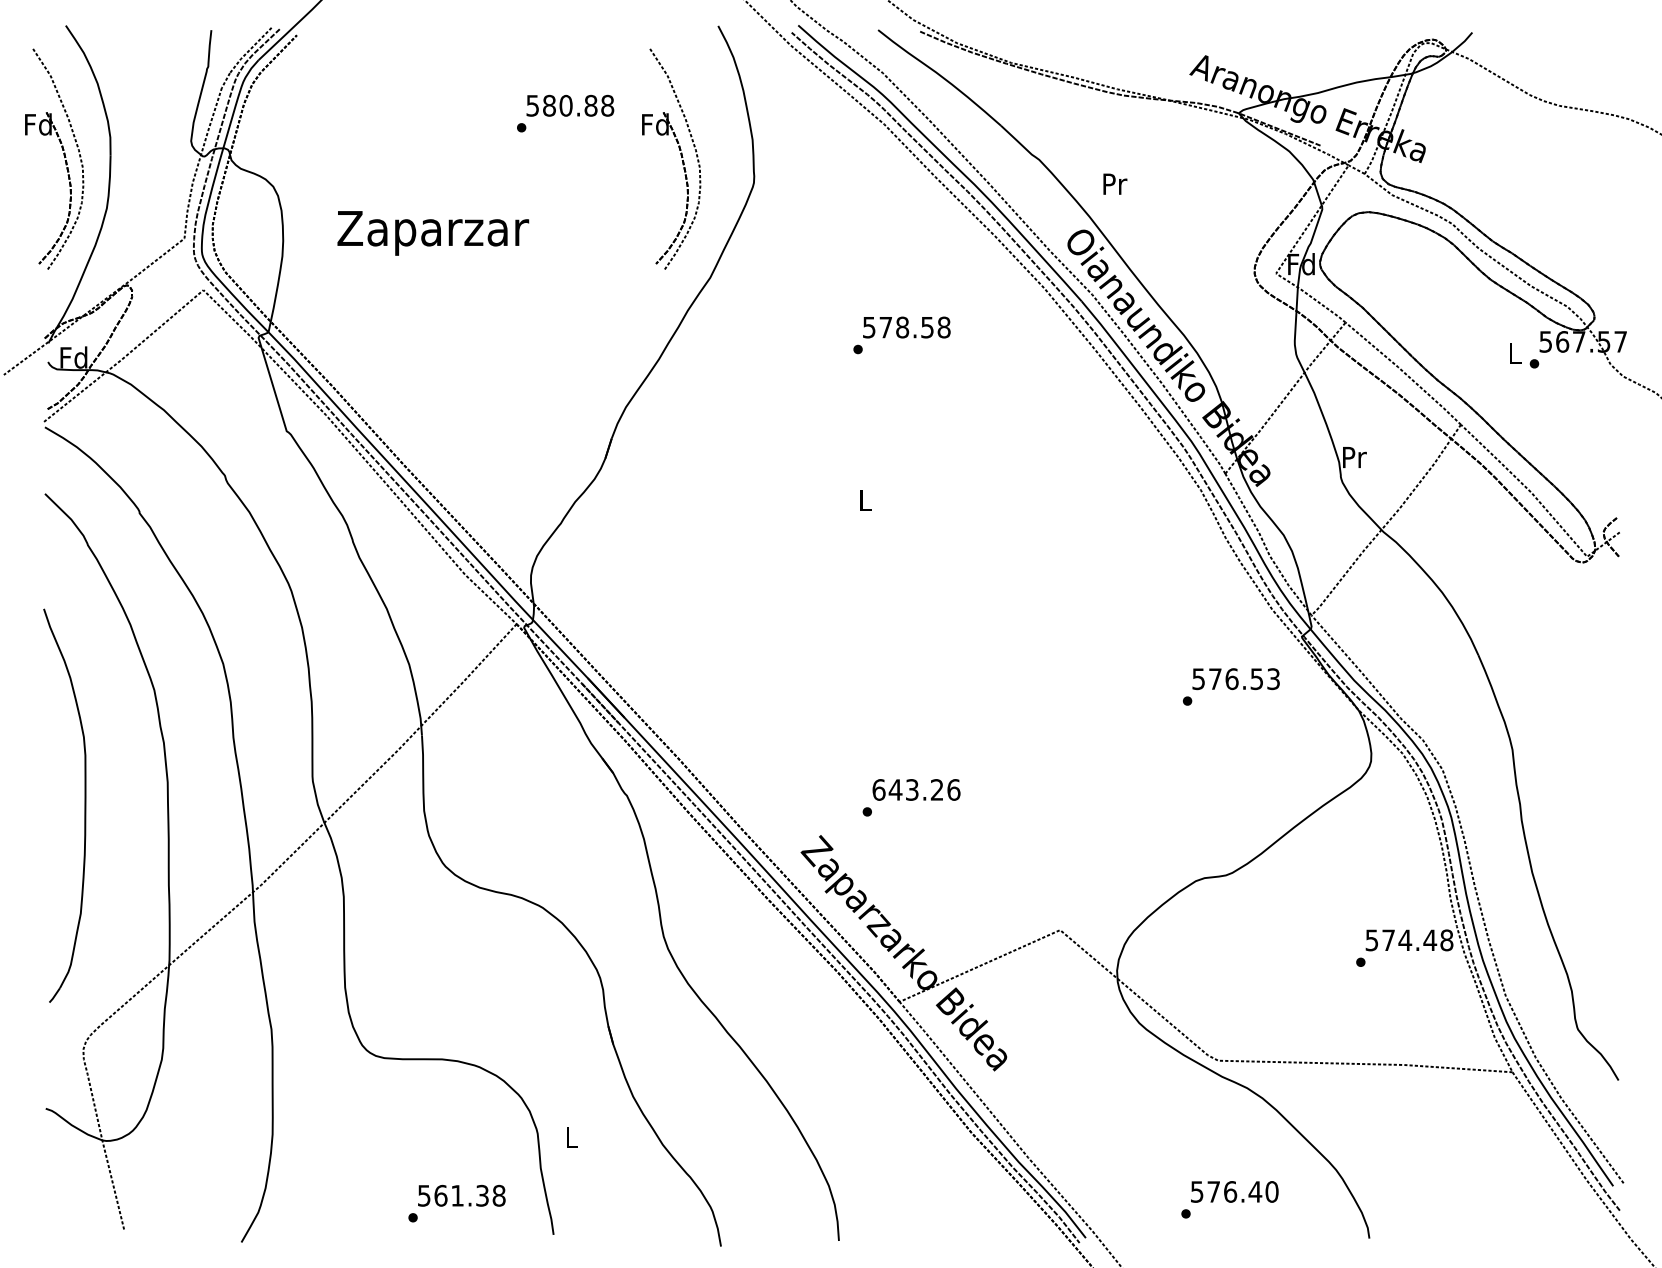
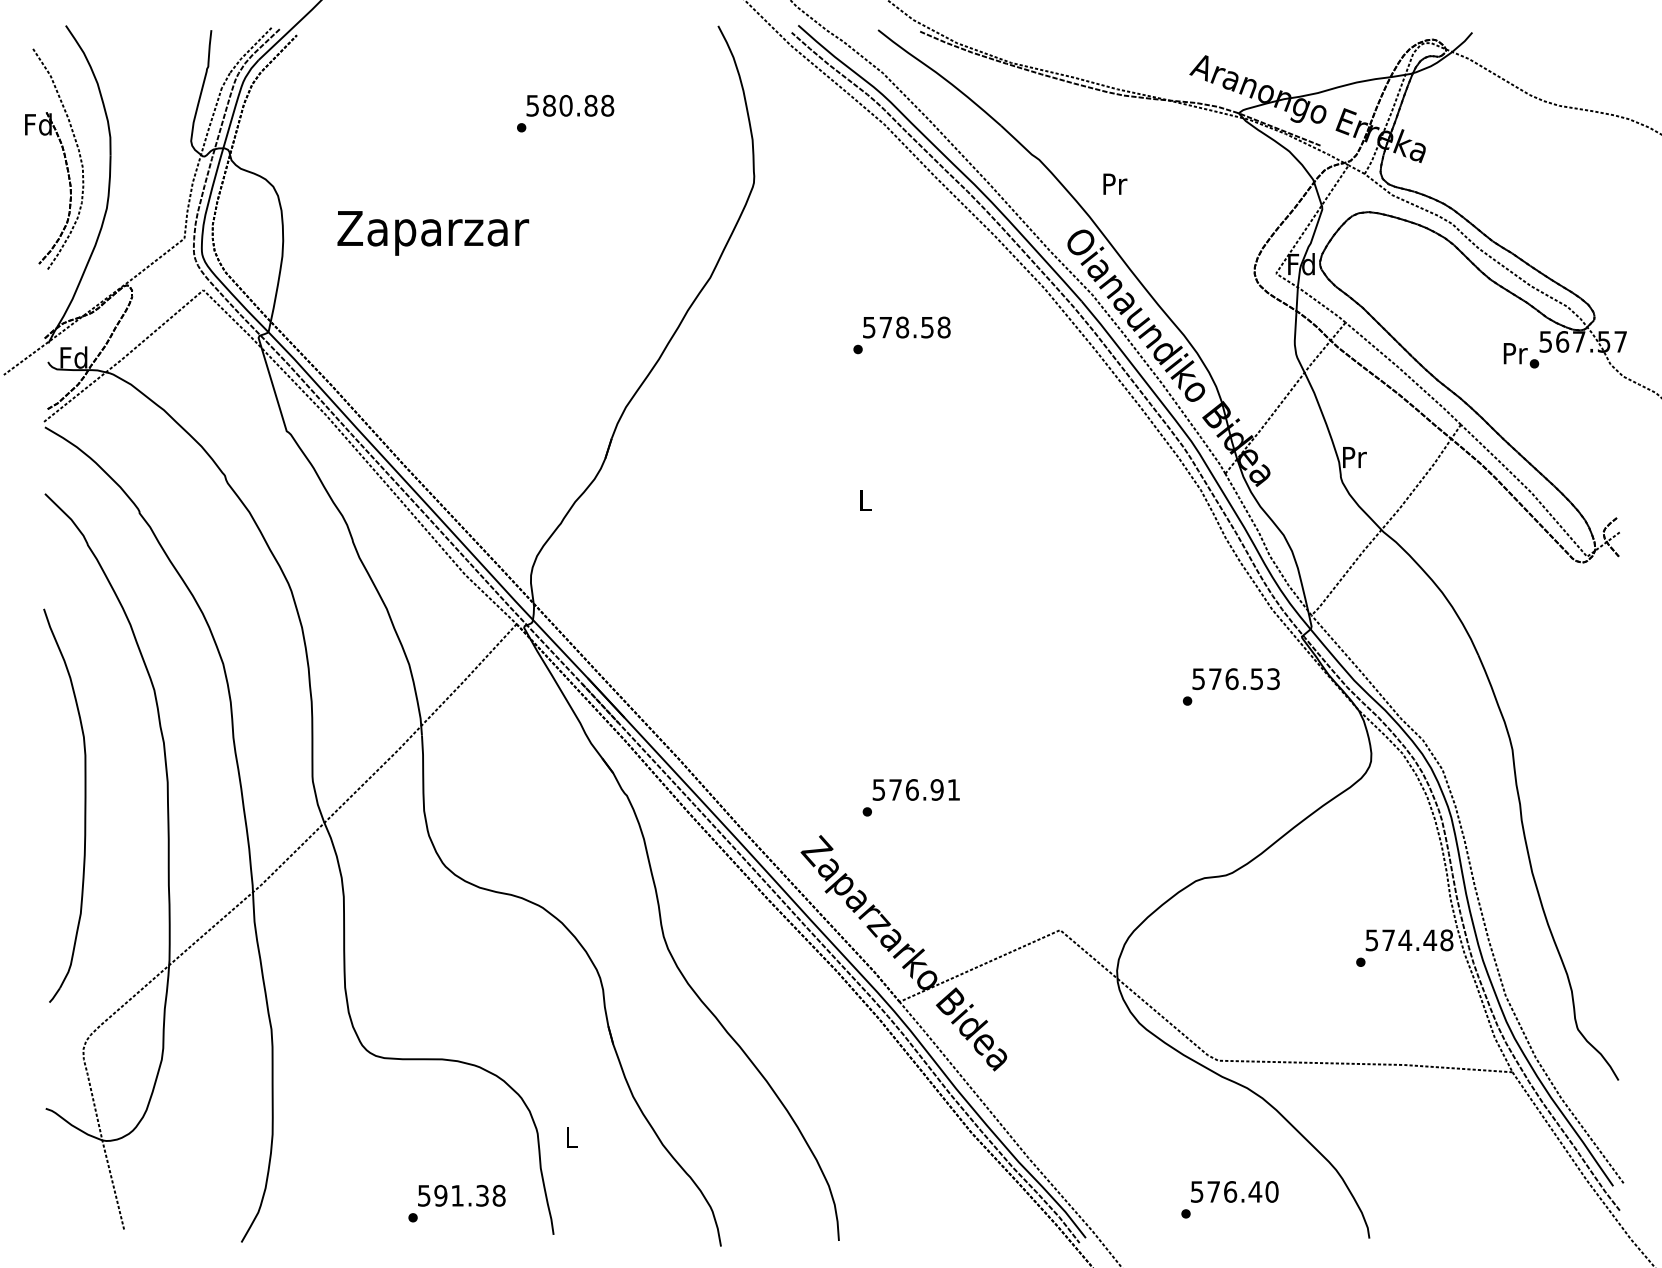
part at (680, 155): present -> none
text at (1515, 353): L -> Pr
text at (916, 789): 643.26 -> 576.91
text at (440, 1195): 561.38 -> 591.38
